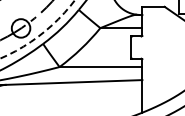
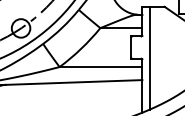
circle at (37, 29): dashed -> solid
line at (149, 57): none -> present
